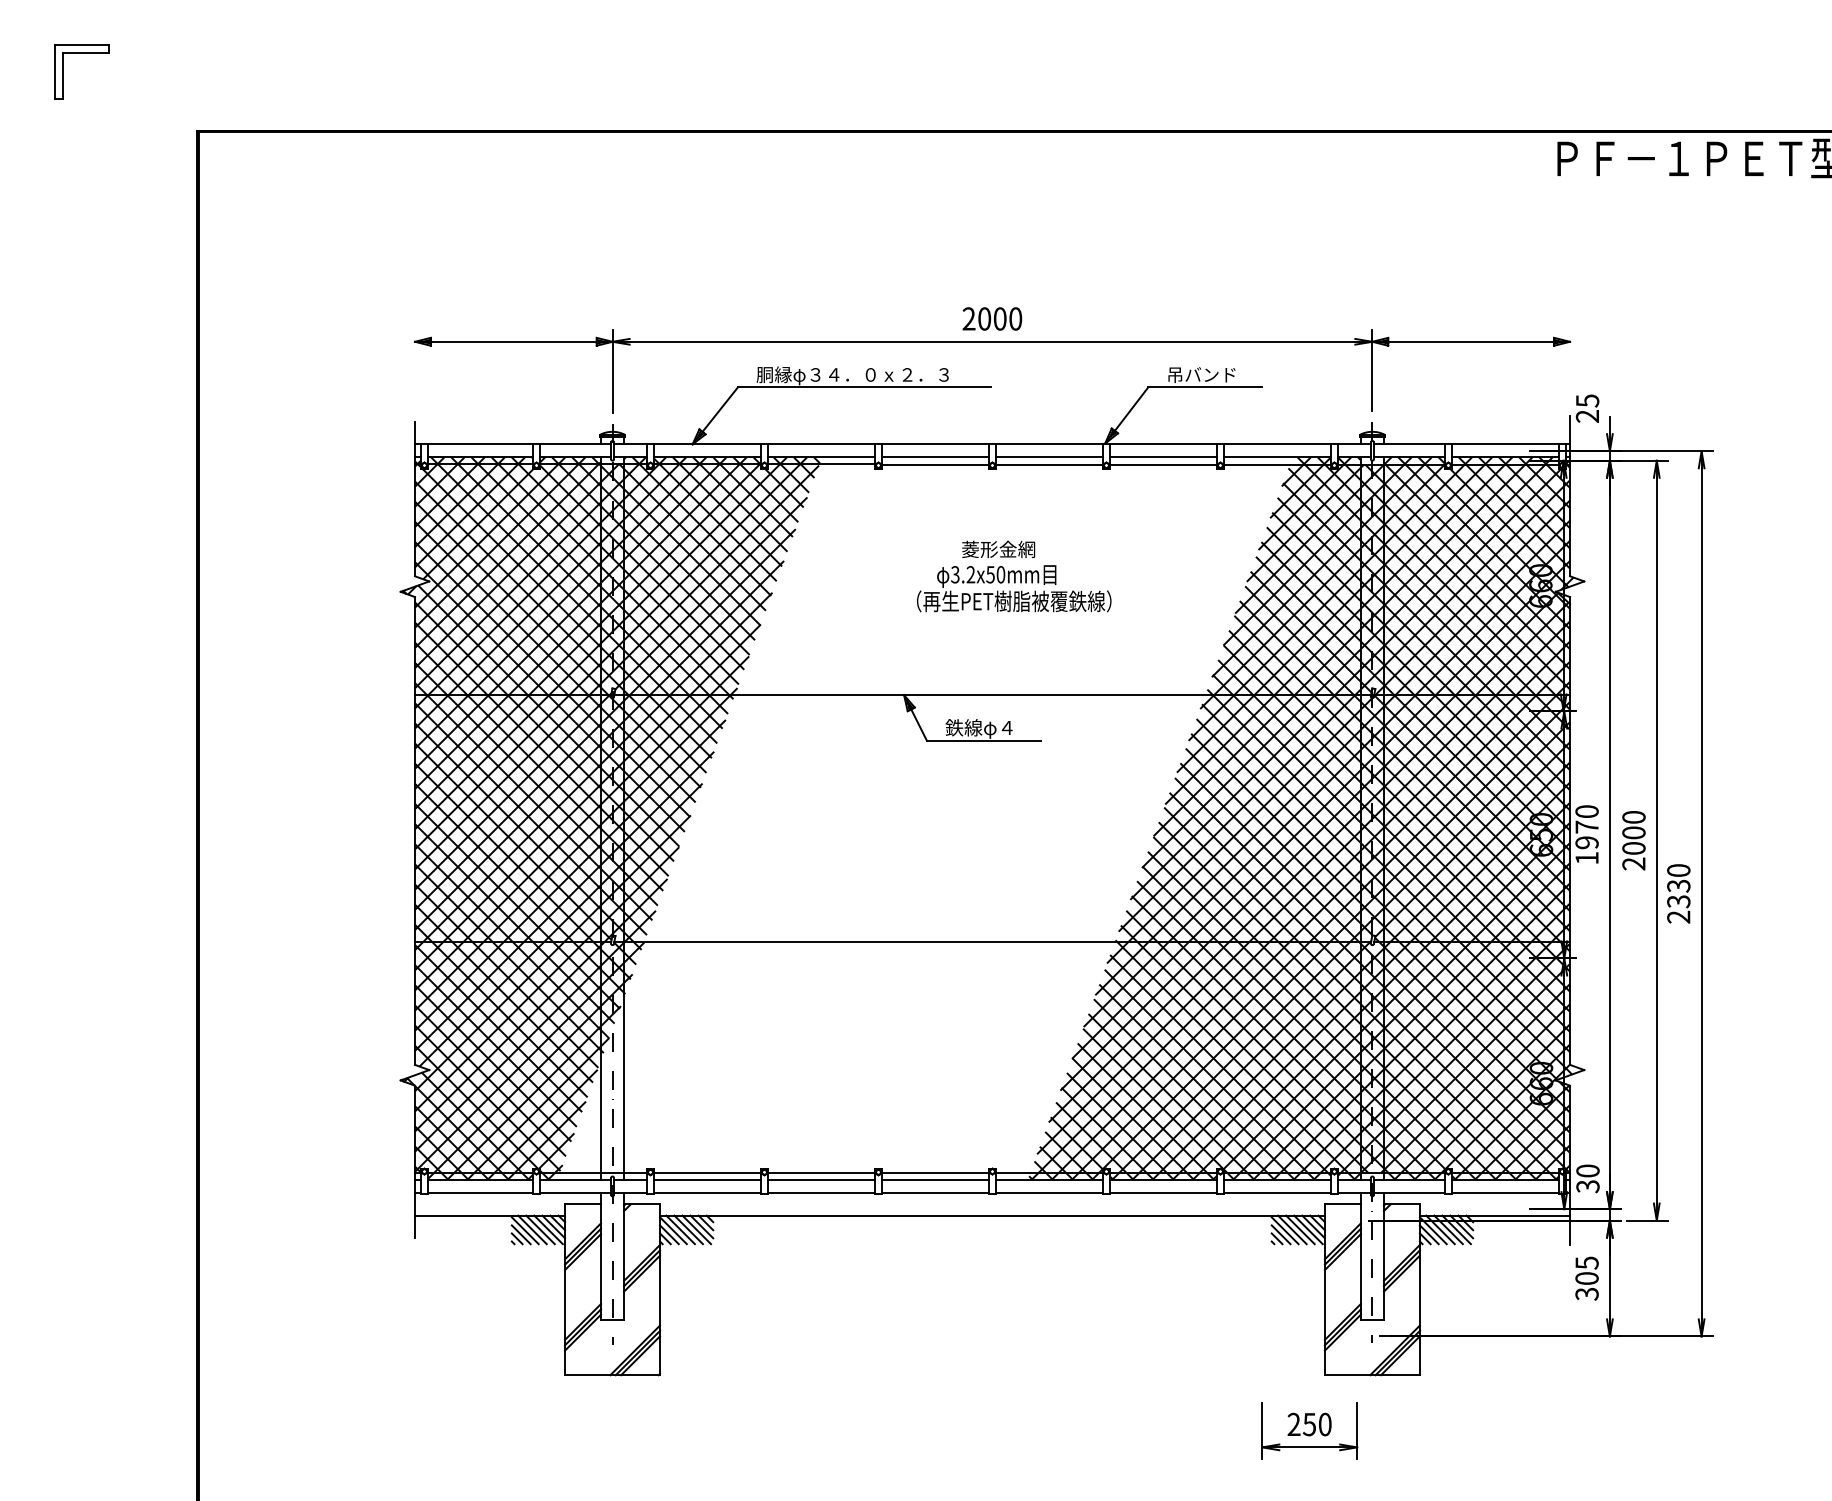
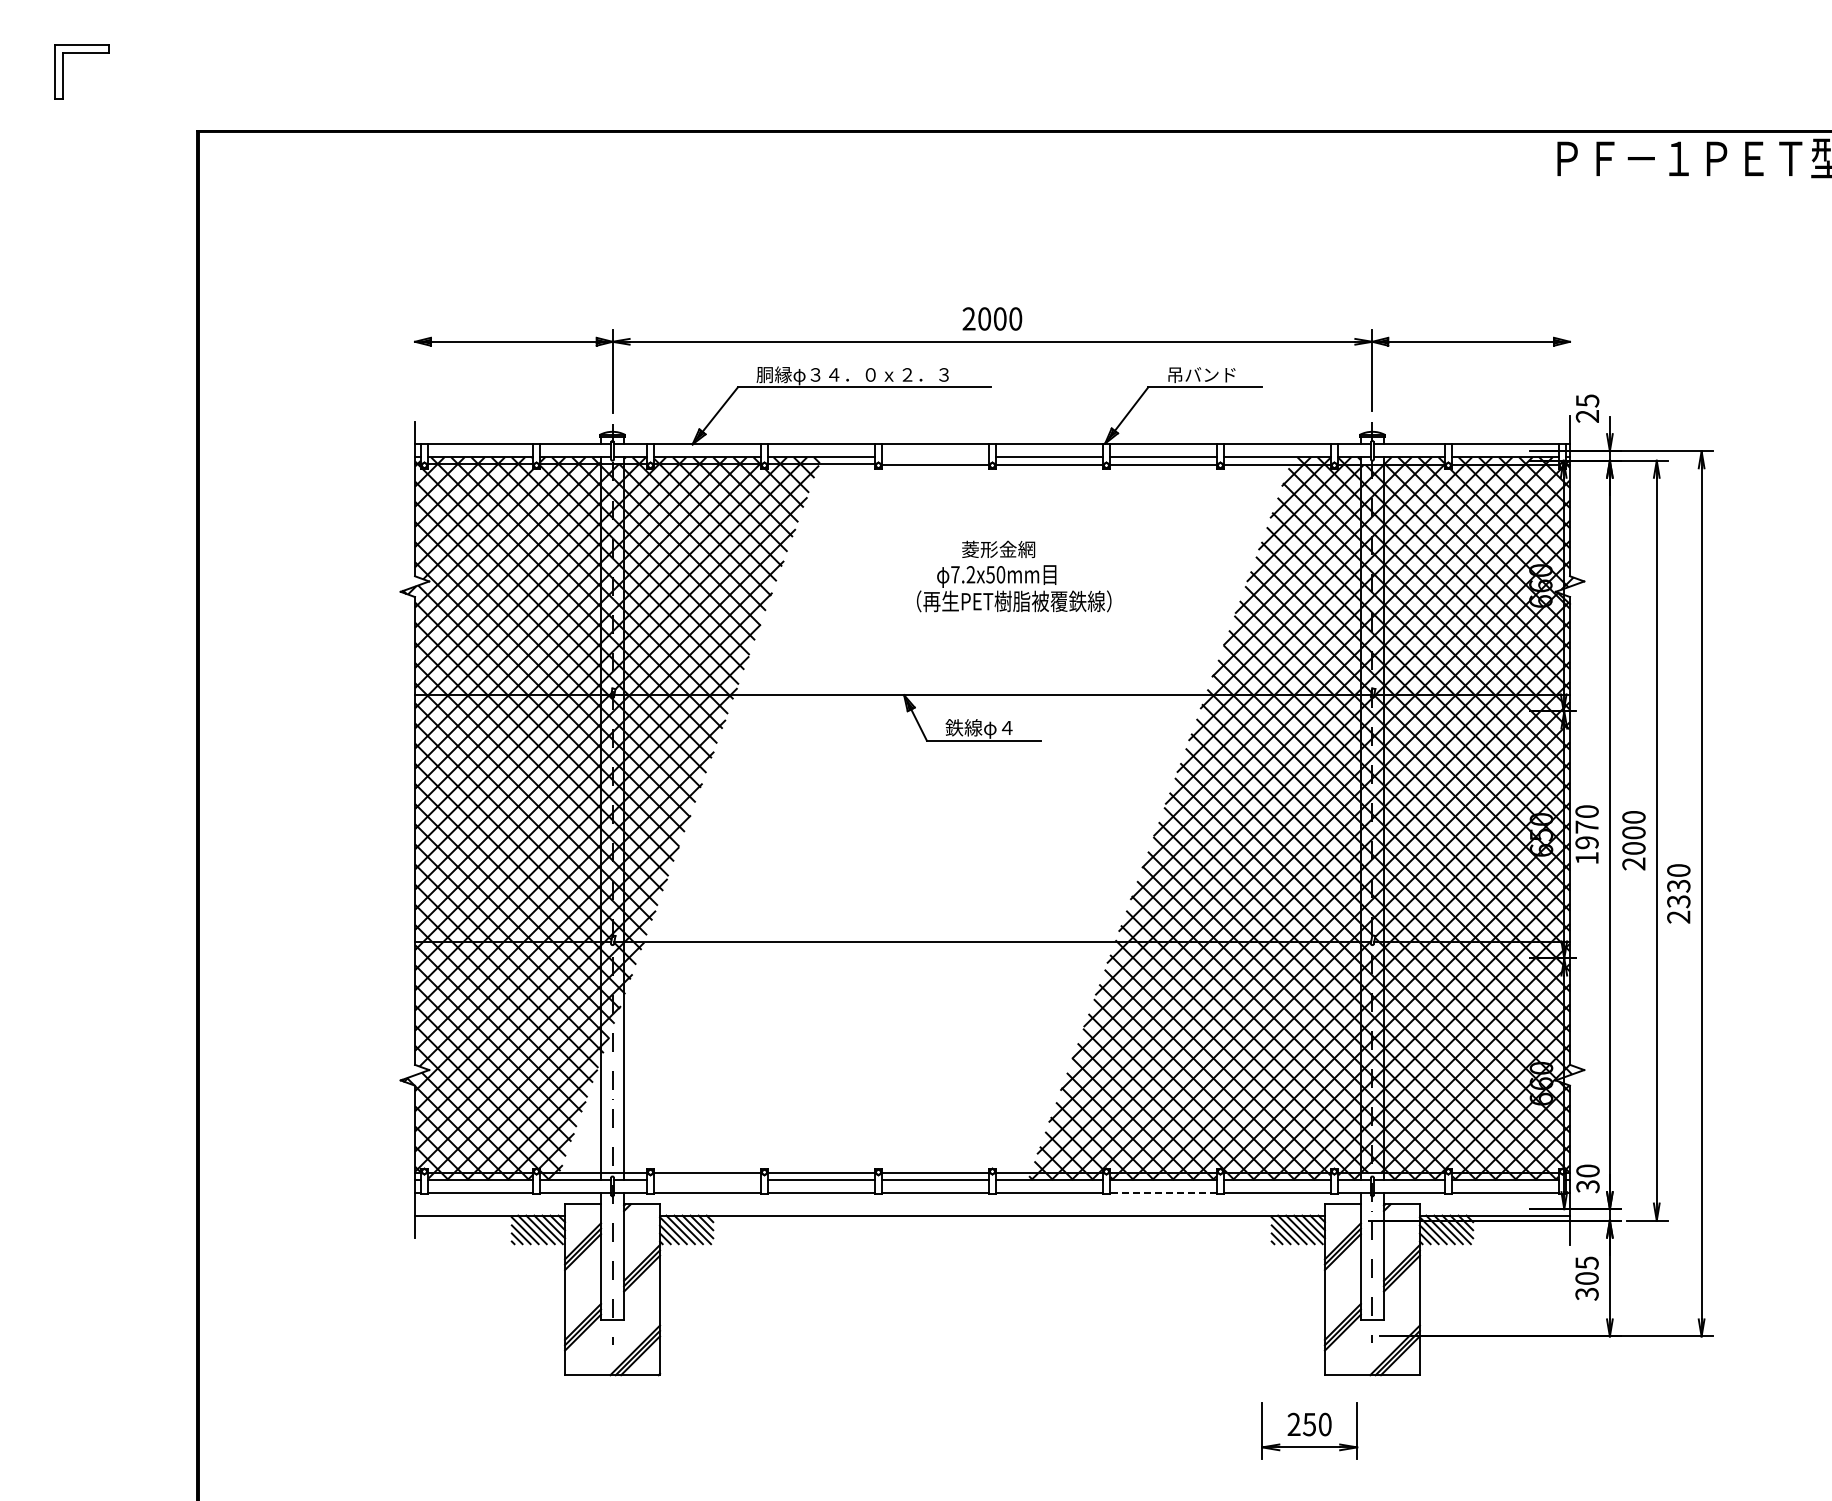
line at (935, 457): present -> none
text at (955, 574): 3.2x50mm -> 7.2x50mm
line at (707, 1179): present -> none
line at (1162, 1192): solid -> dashed
